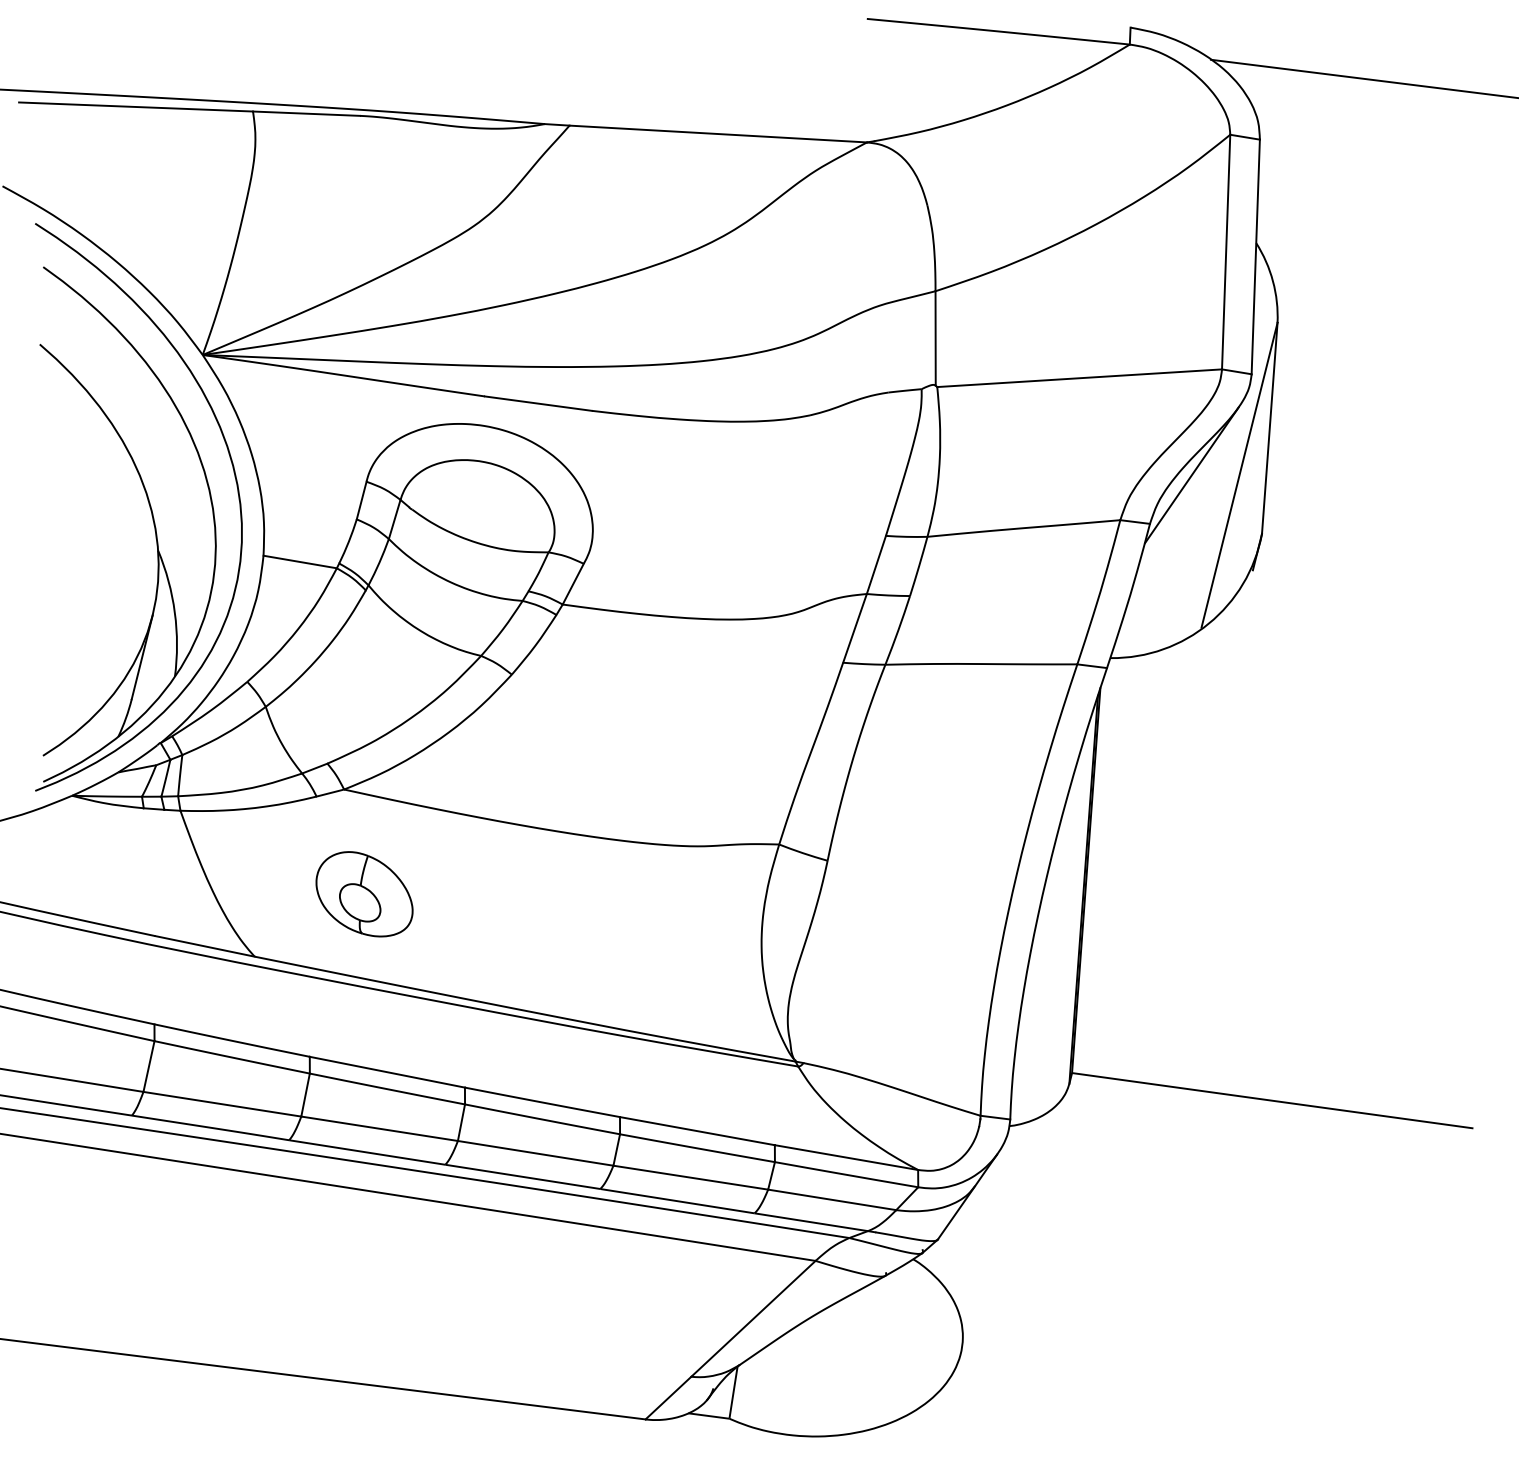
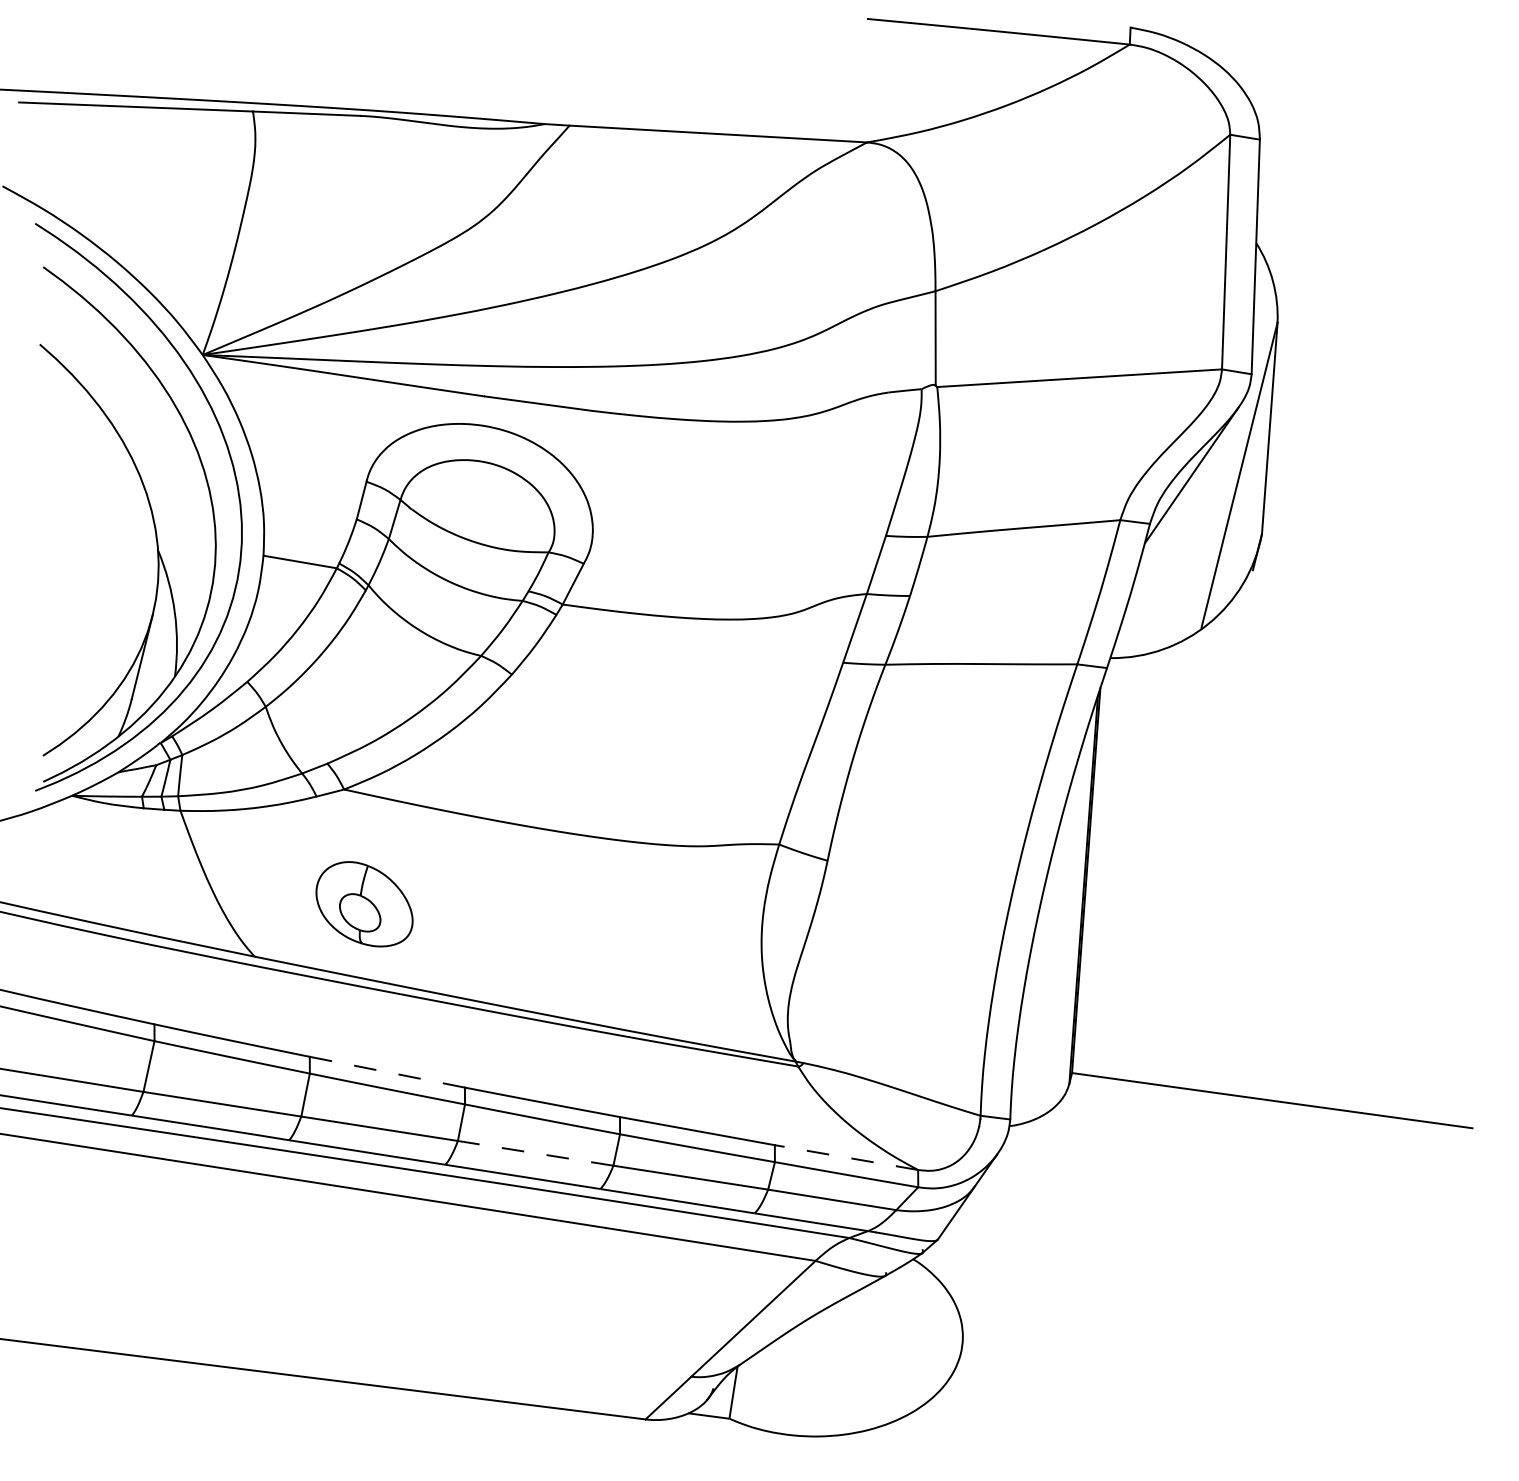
line at (1362, 78): present -> none
part at (364, 894) position: (364, 894) -> (364, 904)
line at (386, 1072): solid -> dashed
line at (535, 1153): solid -> dashed
line at (846, 1157): solid -> dashed
